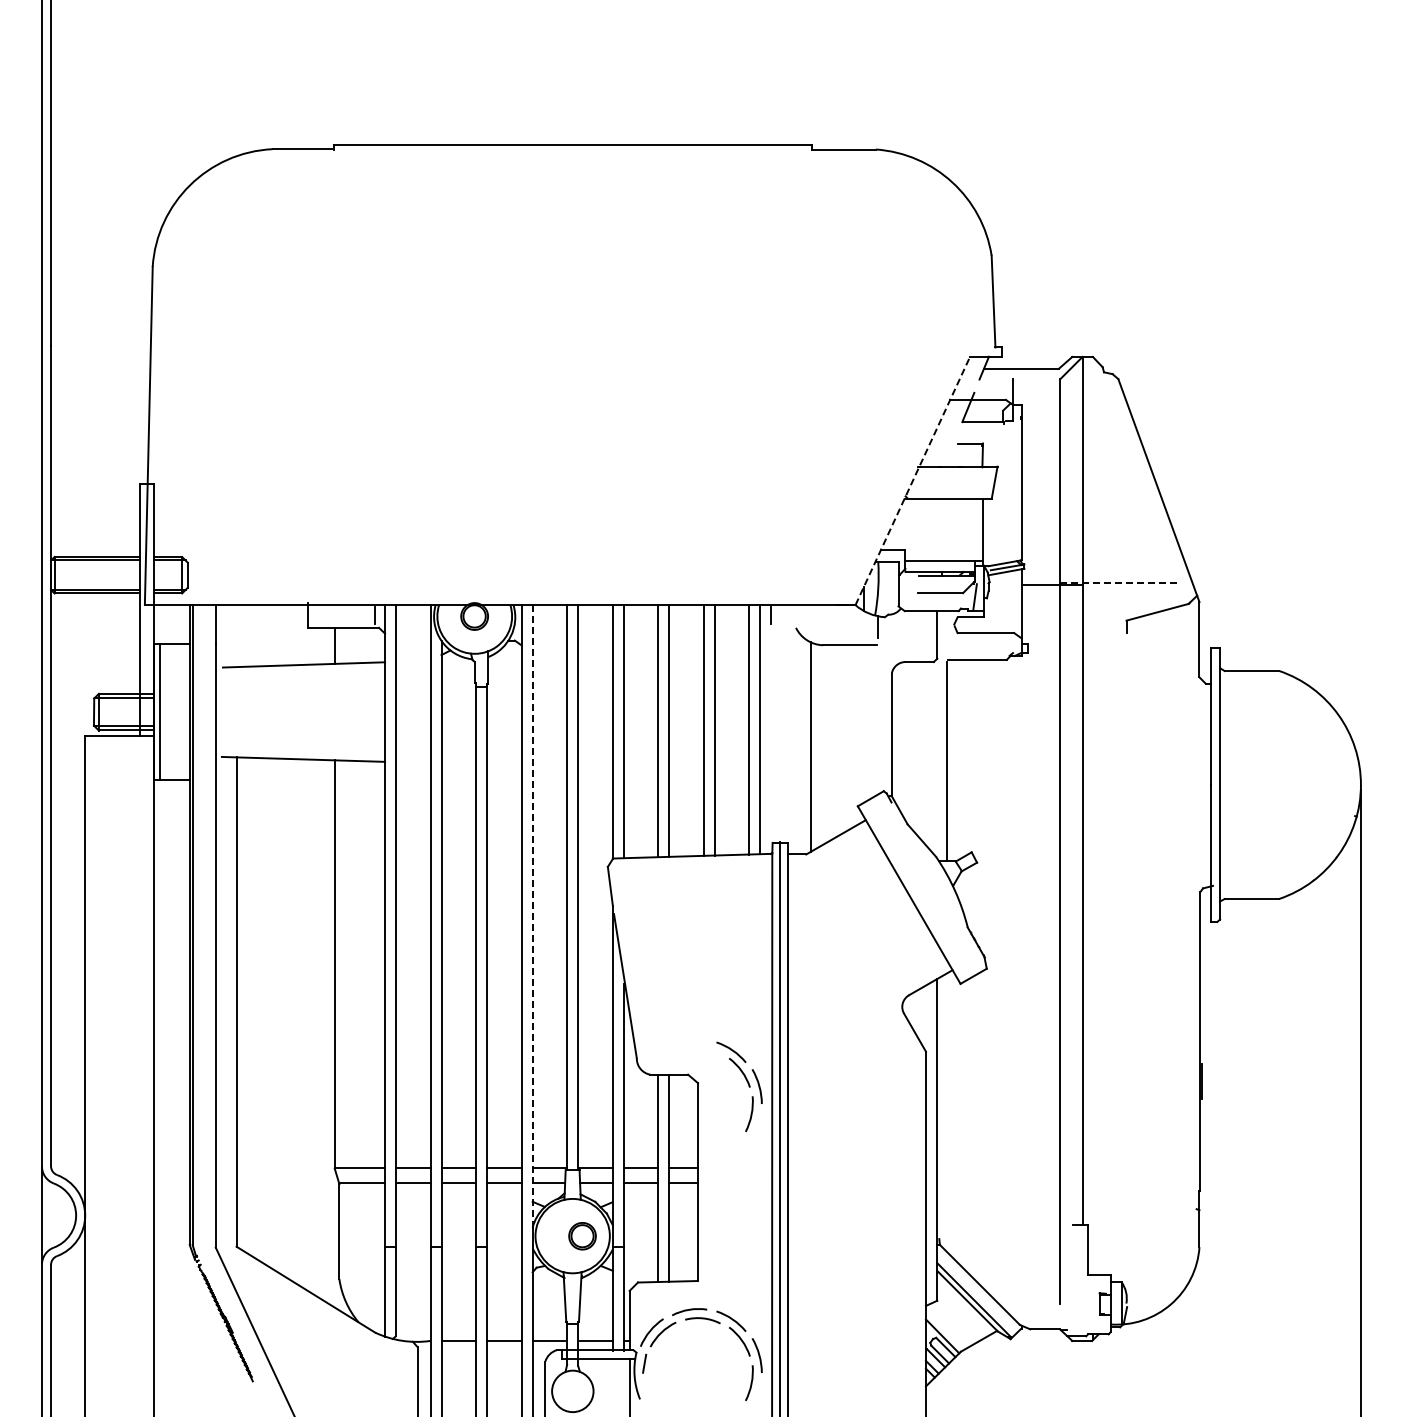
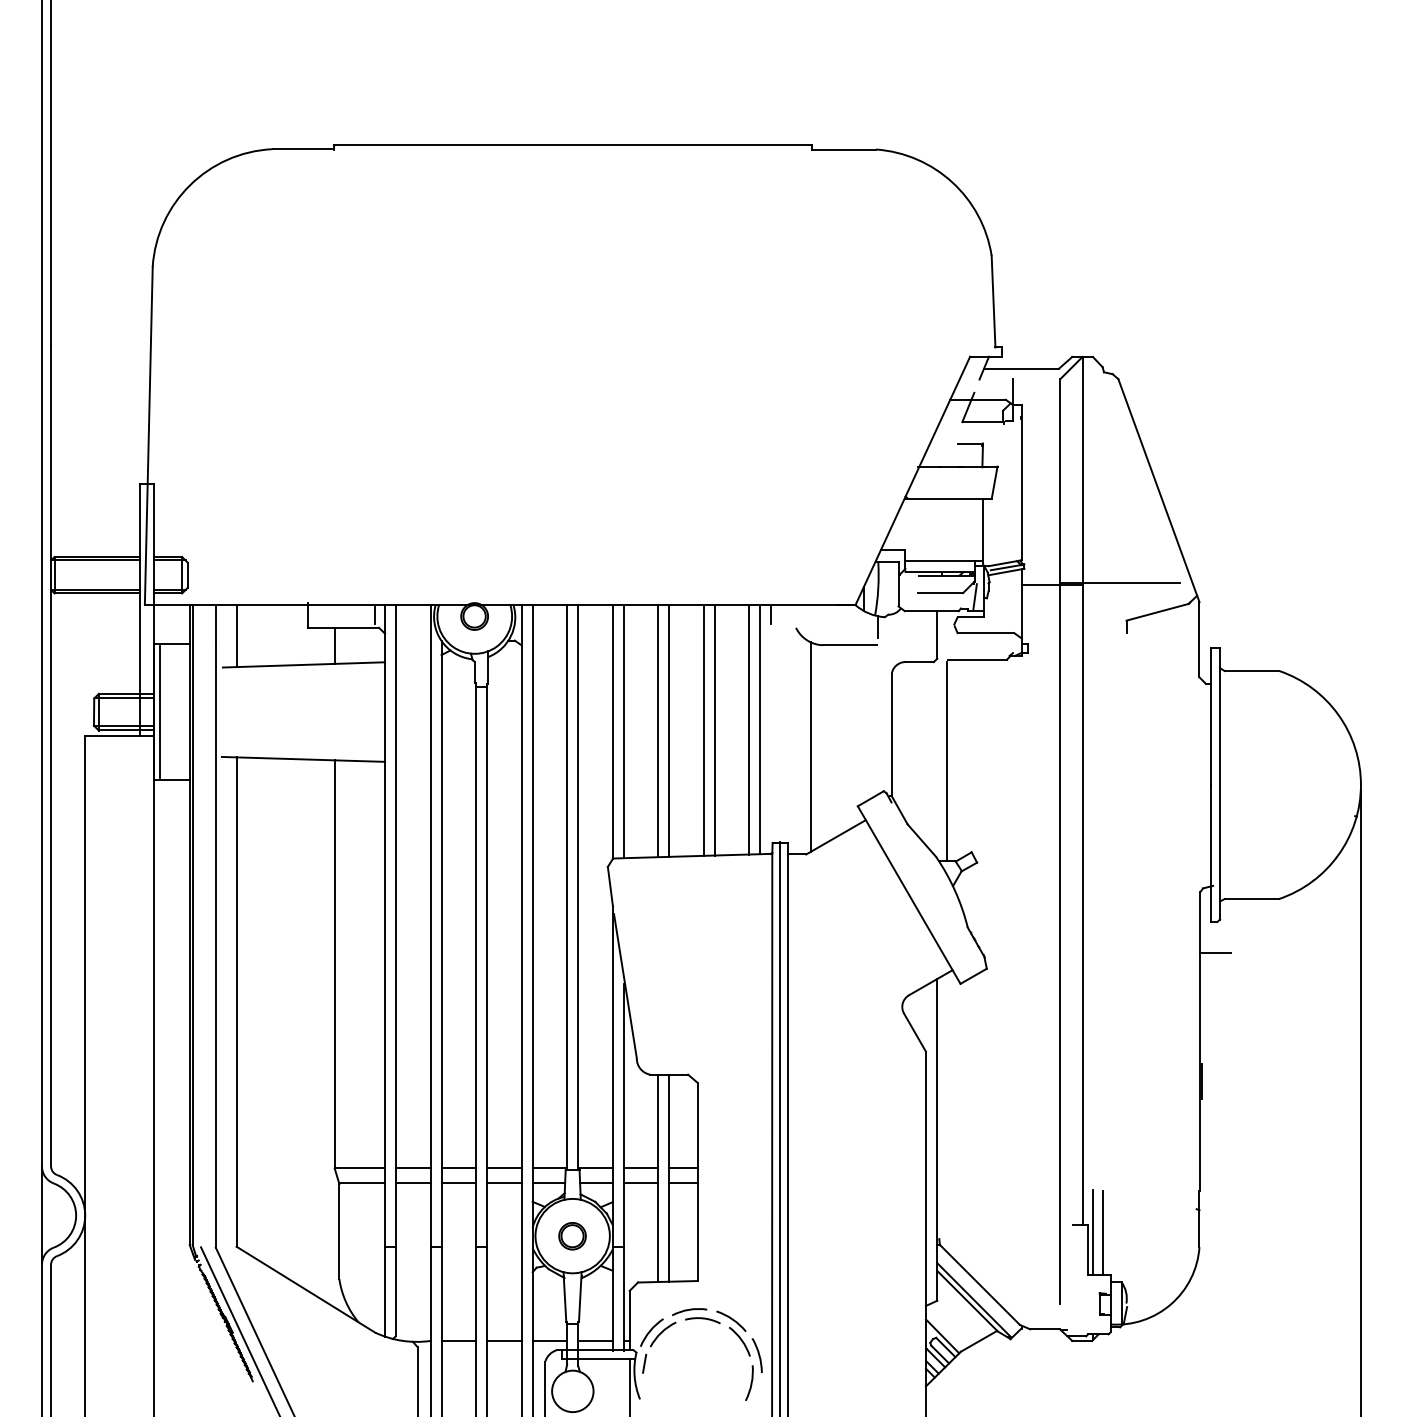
line at (912, 480): dashed -> solid
line at (1120, 583): dashed -> solid
line at (236, 636): none -> present
line at (532, 916): dashed -> solid
line at (1215, 953): none -> present
part at (747, 1083): present -> none
line at (1092, 1231): none -> present
line at (1103, 1232): none -> present
part at (582, 1236) position: (582, 1236) -> (572, 1236)
line at (239, 1330): none -> present
